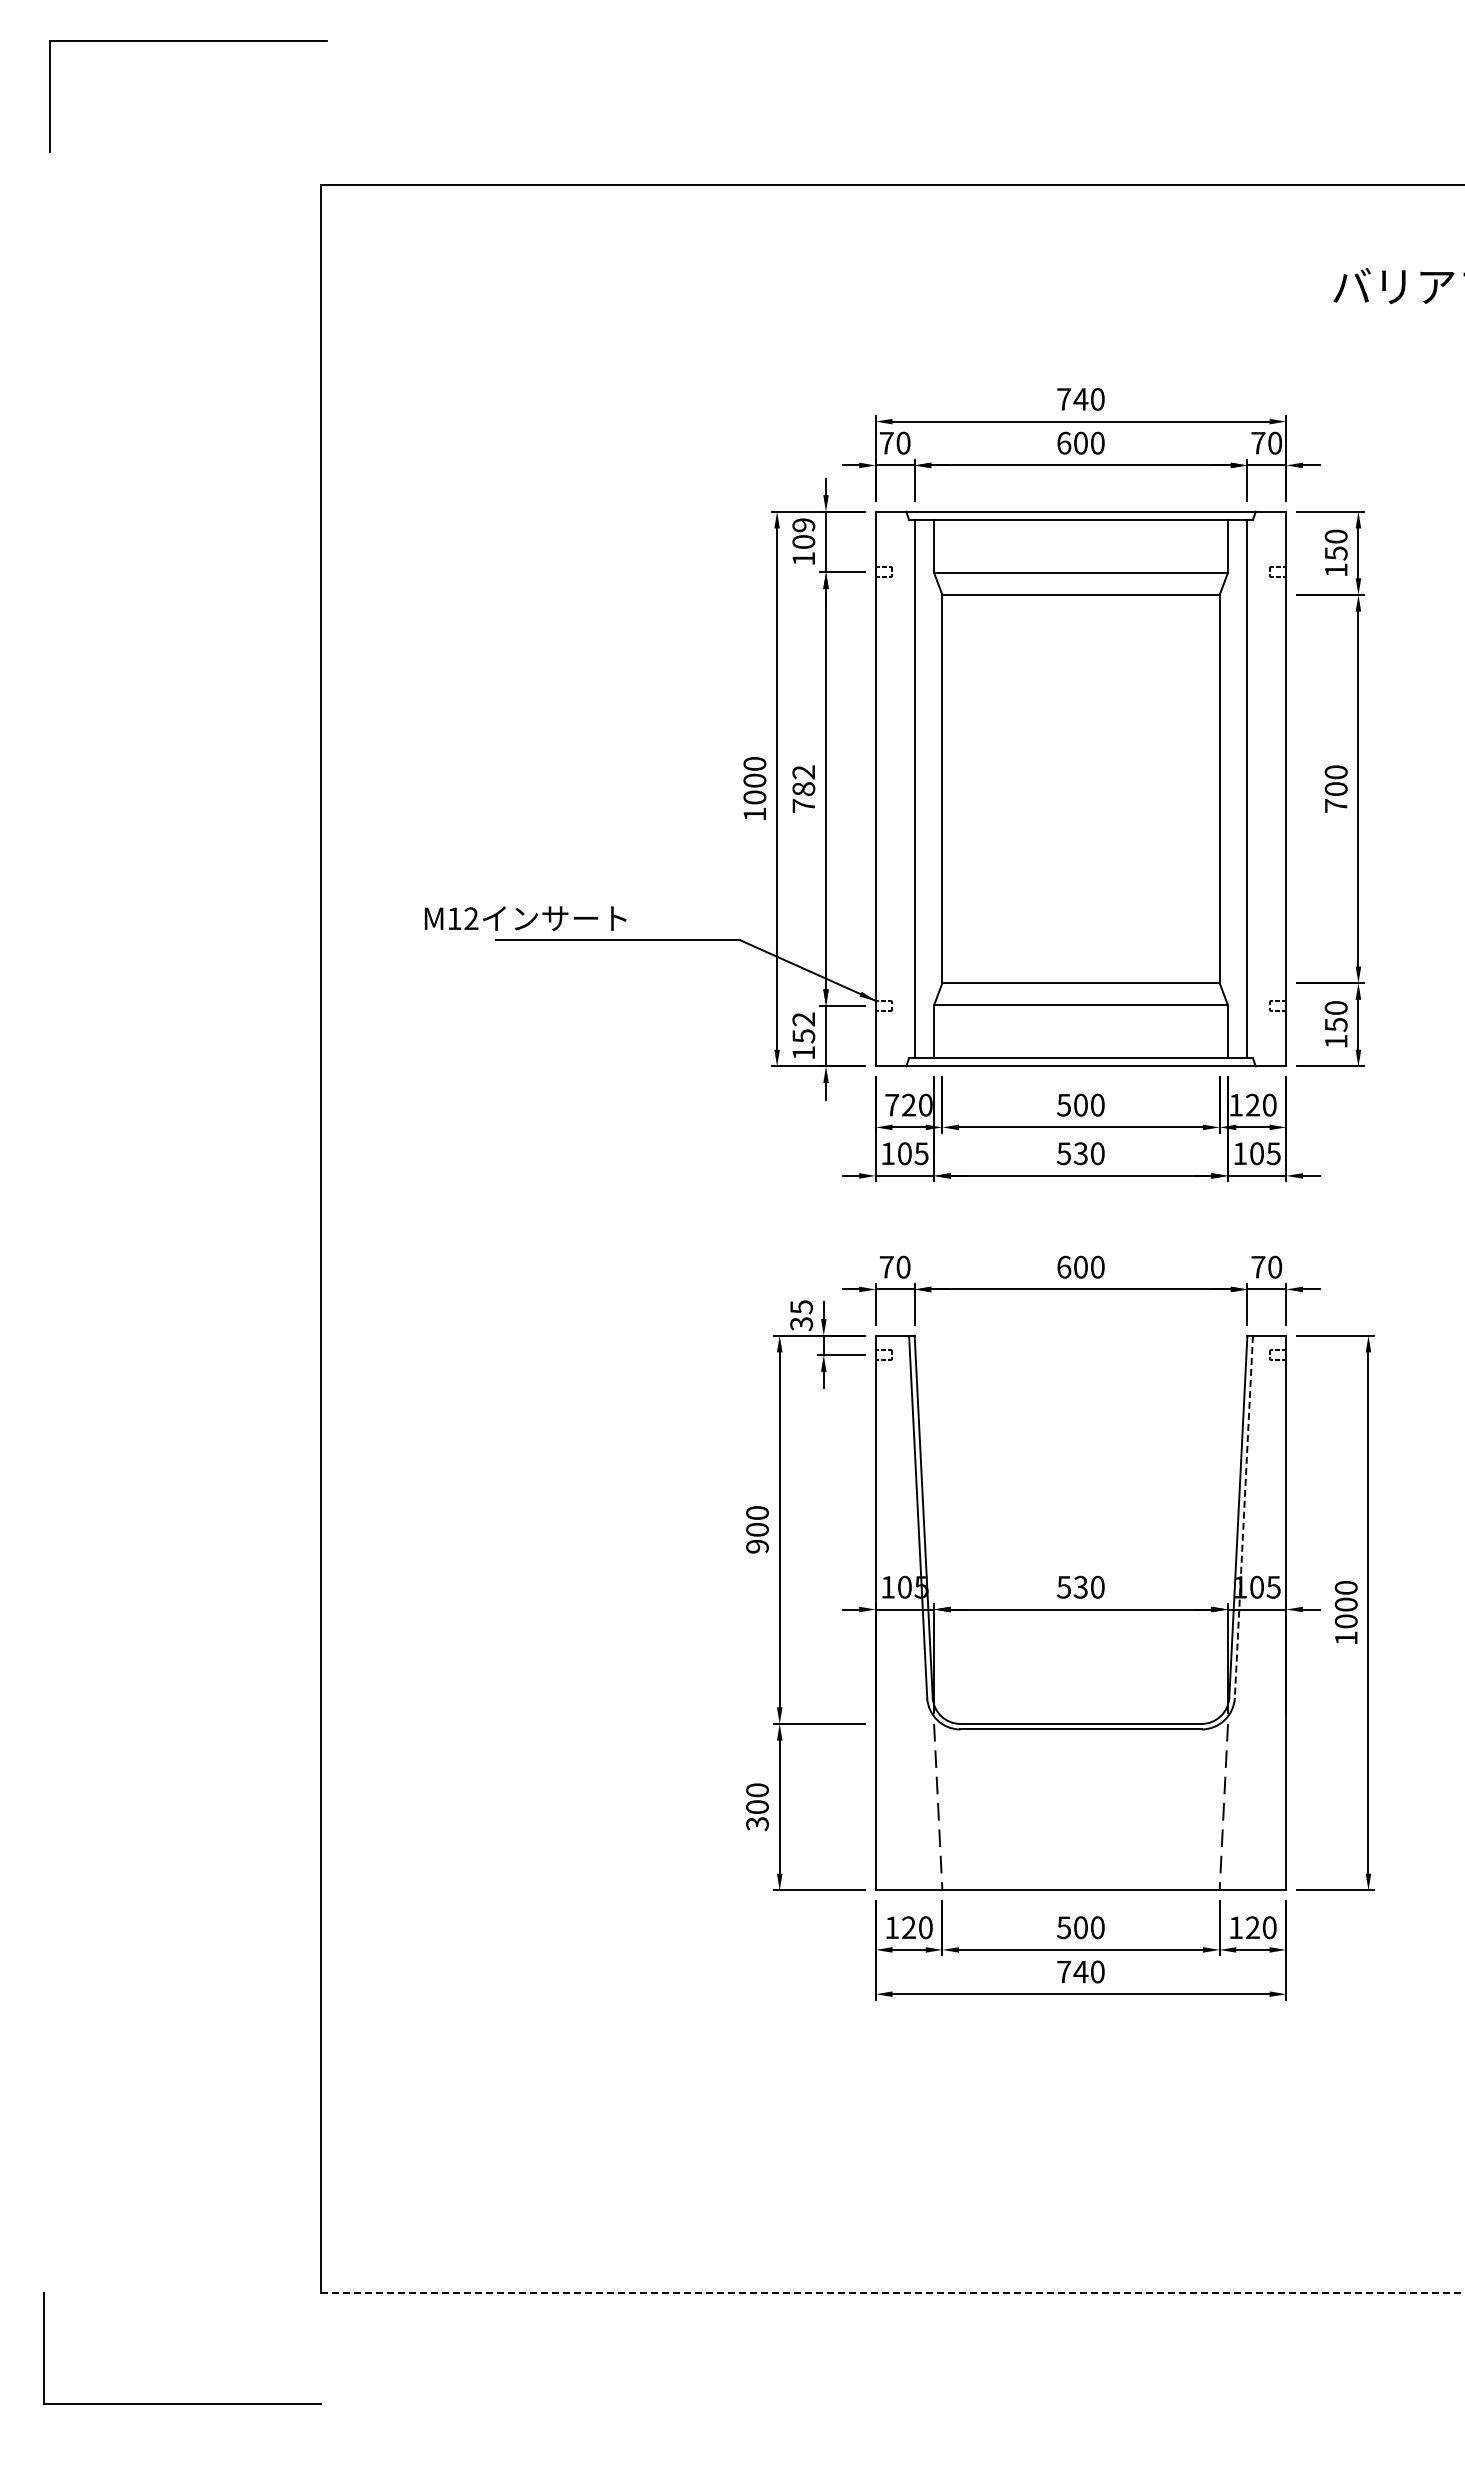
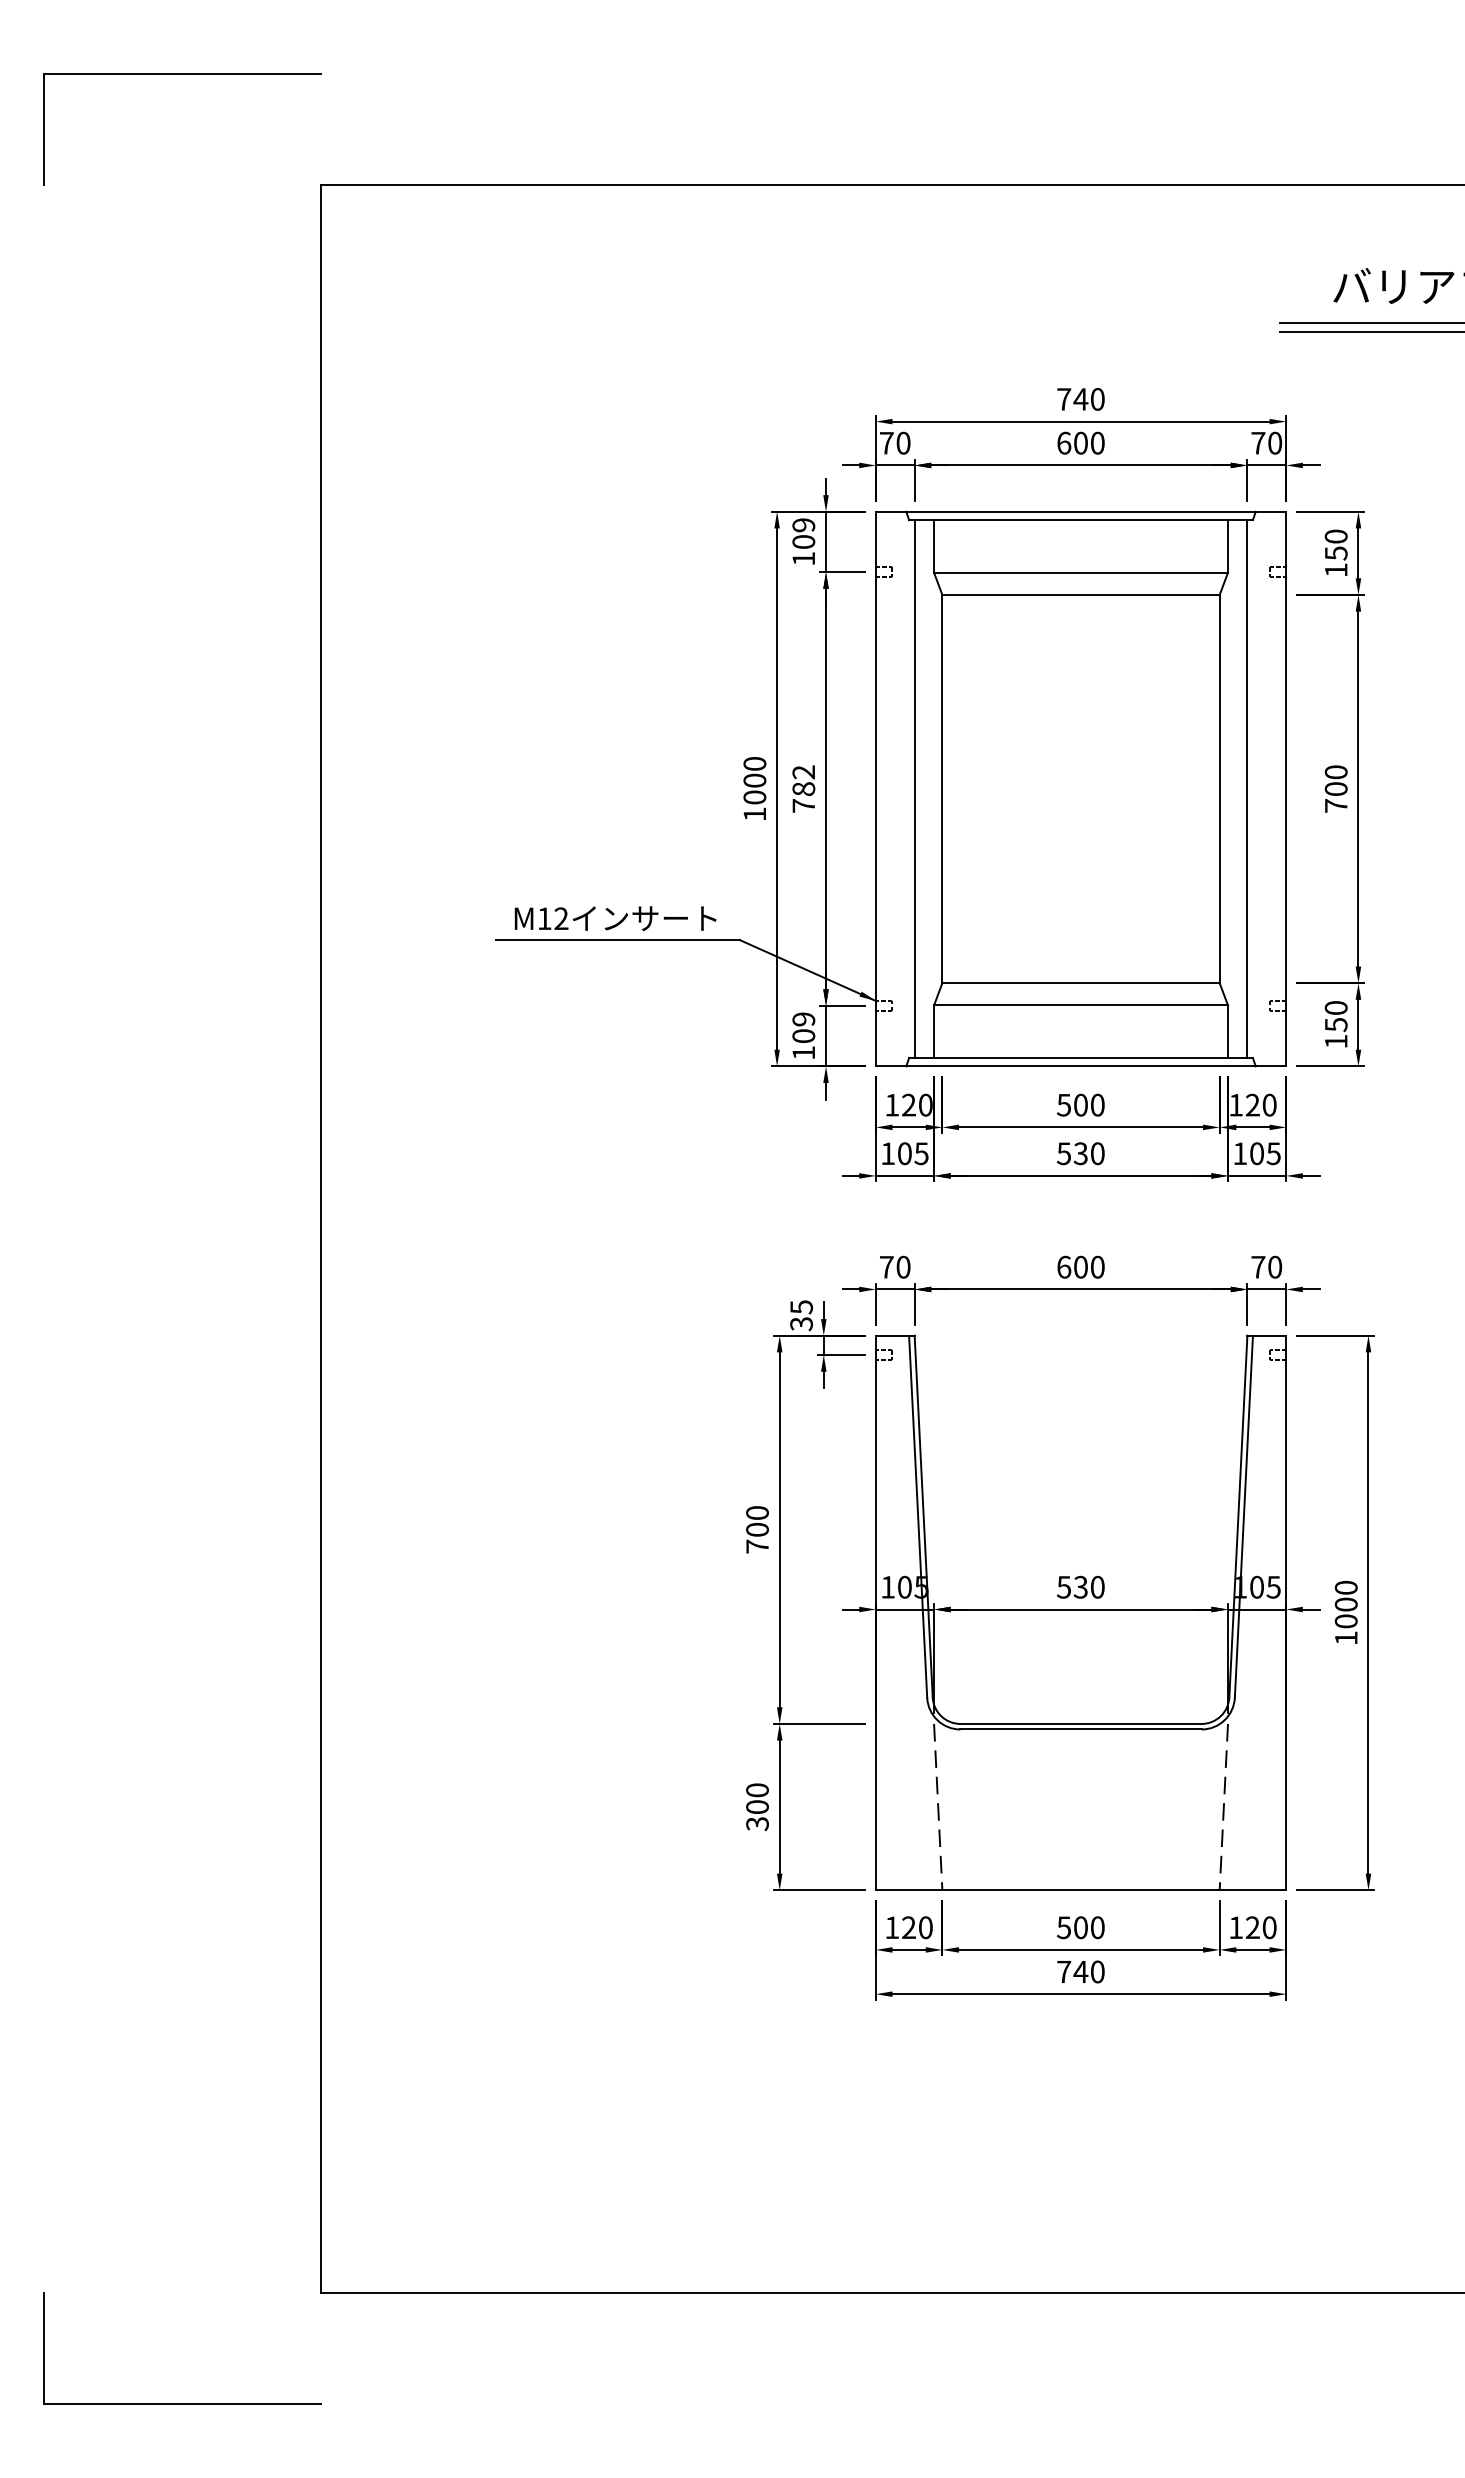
part at (188, 41) position: (188, 41) -> (182, 74)
line at (1370, 323): none -> present
line at (1370, 332): none -> present
text at (525, 918) position: (525, 918) -> (615, 918)
text at (803, 1027): 152 -> 109
text at (892, 1105): 720 -> 120
line at (1243, 1517): dashed -> solid
text at (757, 1546): 900 -> 700
line at (893, 2292): dashed -> solid
